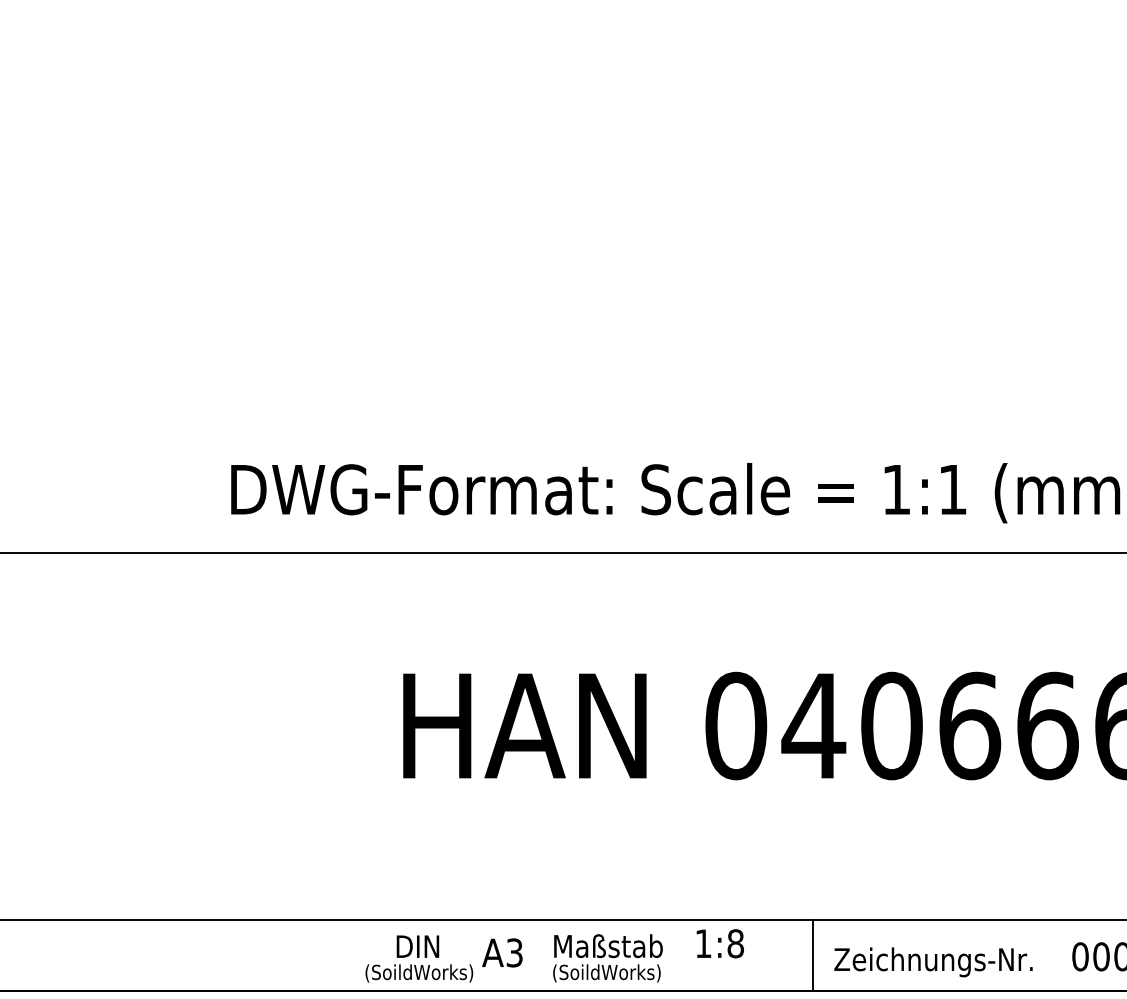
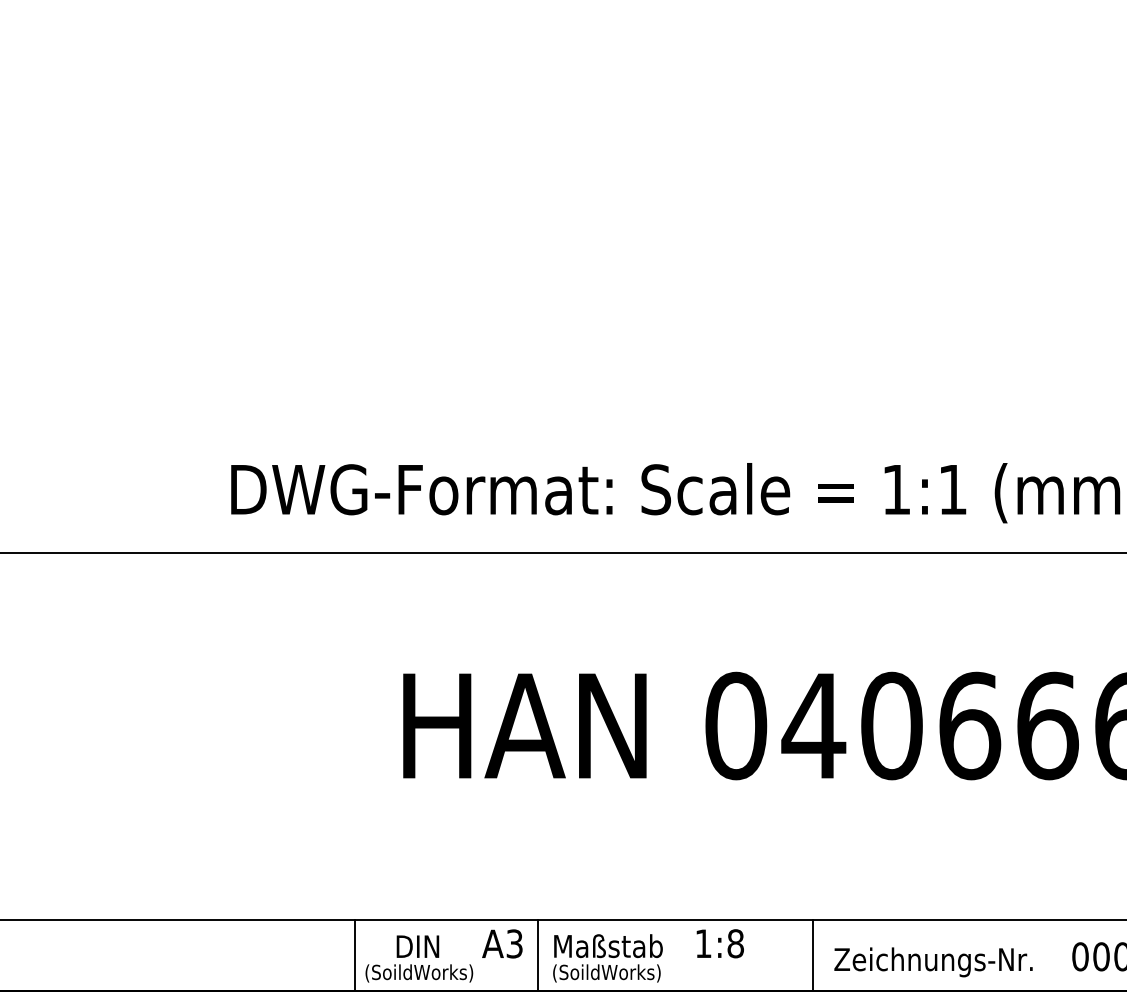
text at (502, 952) position: (502, 952) -> (502, 943)
line at (355, 955): none -> present
line at (537, 955): none -> present
